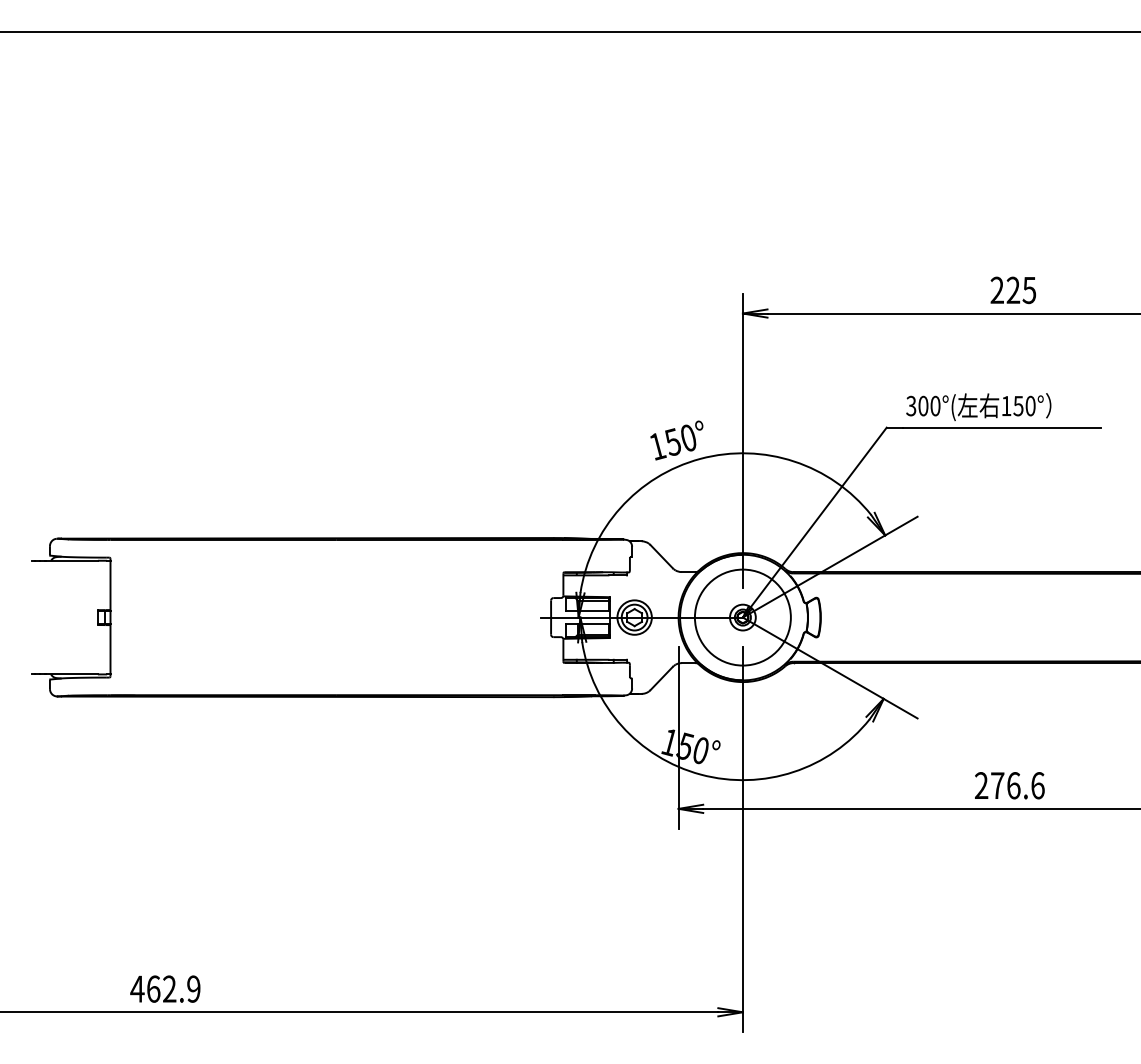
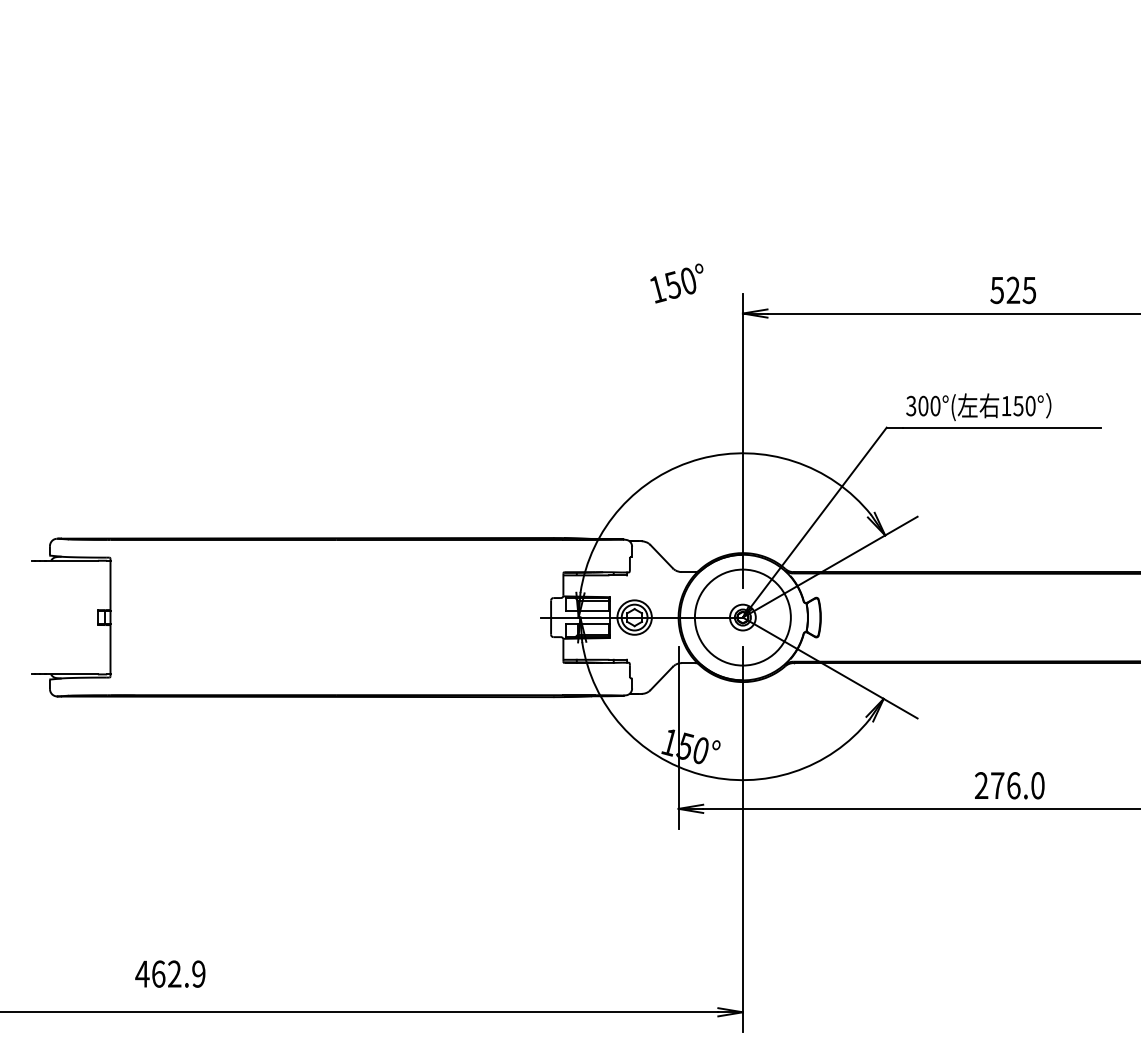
line at (569, 32): present -> none
text at (996, 290): 225 -> 525
text at (676, 440) position: (676, 440) -> (676, 283)
text at (1037, 785): 276.6 -> 276.0
text at (165, 988) position: (165, 988) -> (170, 973)
